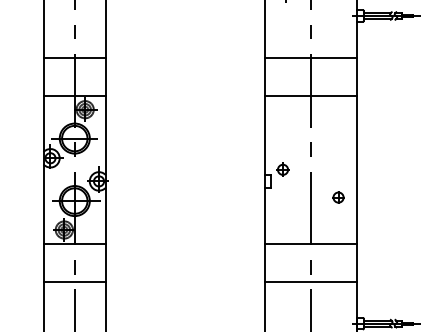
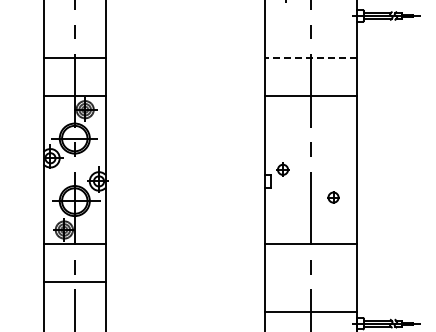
line at (310, 57): solid -> dashed
part at (338, 197) position: (338, 197) -> (333, 197)
line at (310, 282) position: (310, 282) -> (310, 312)
